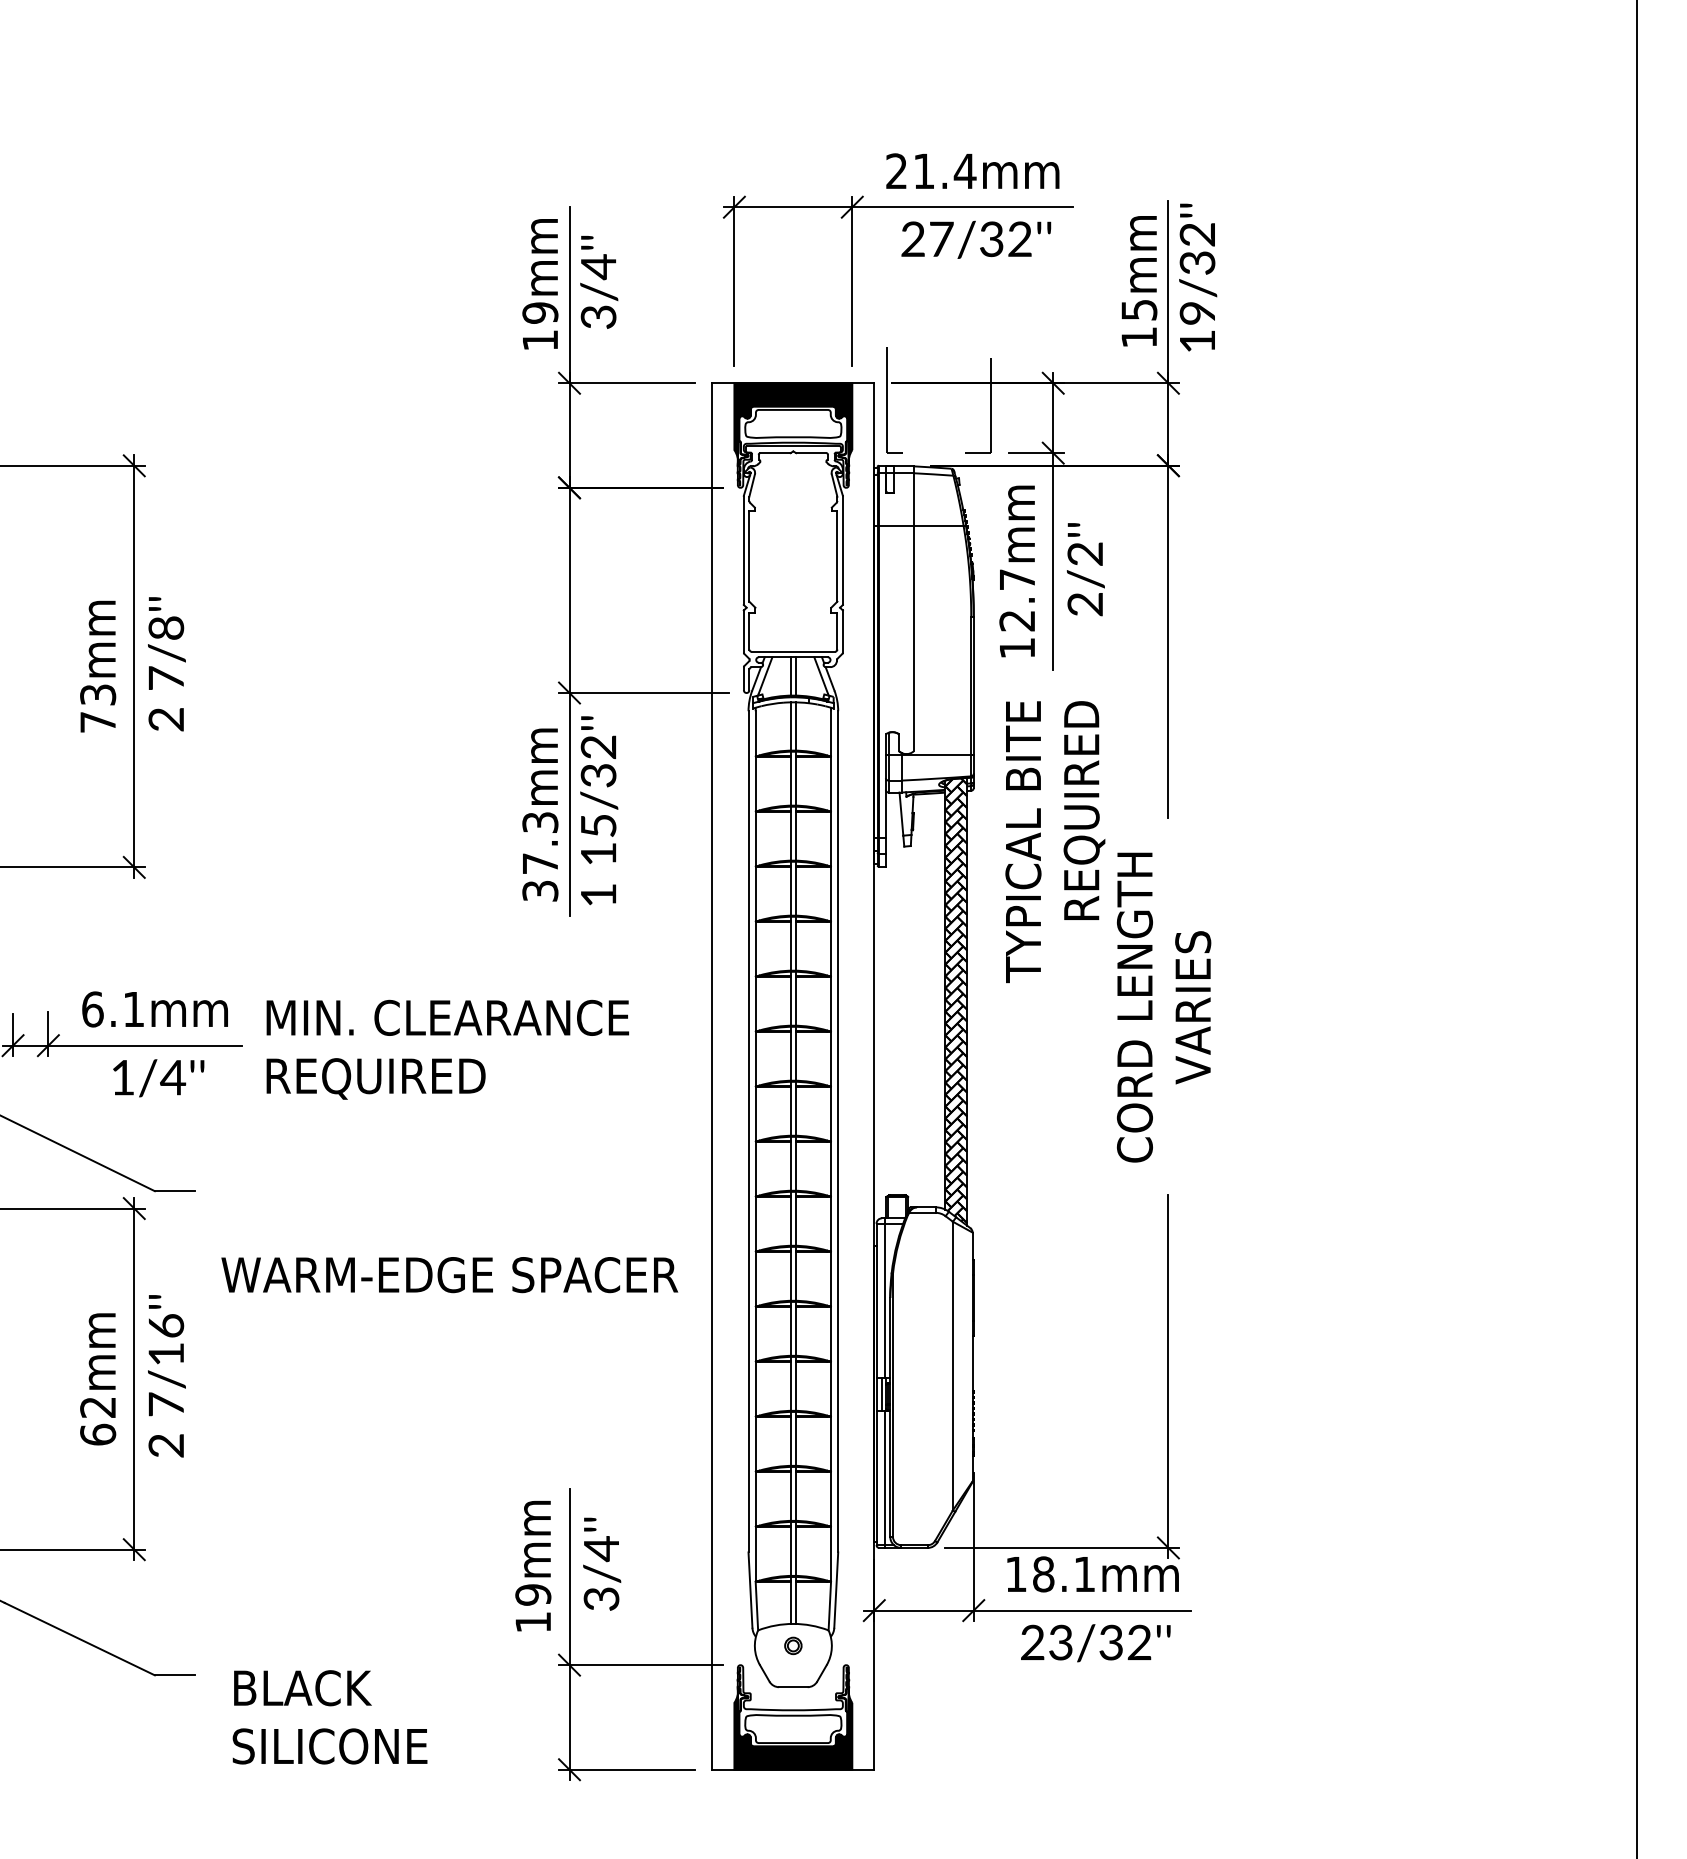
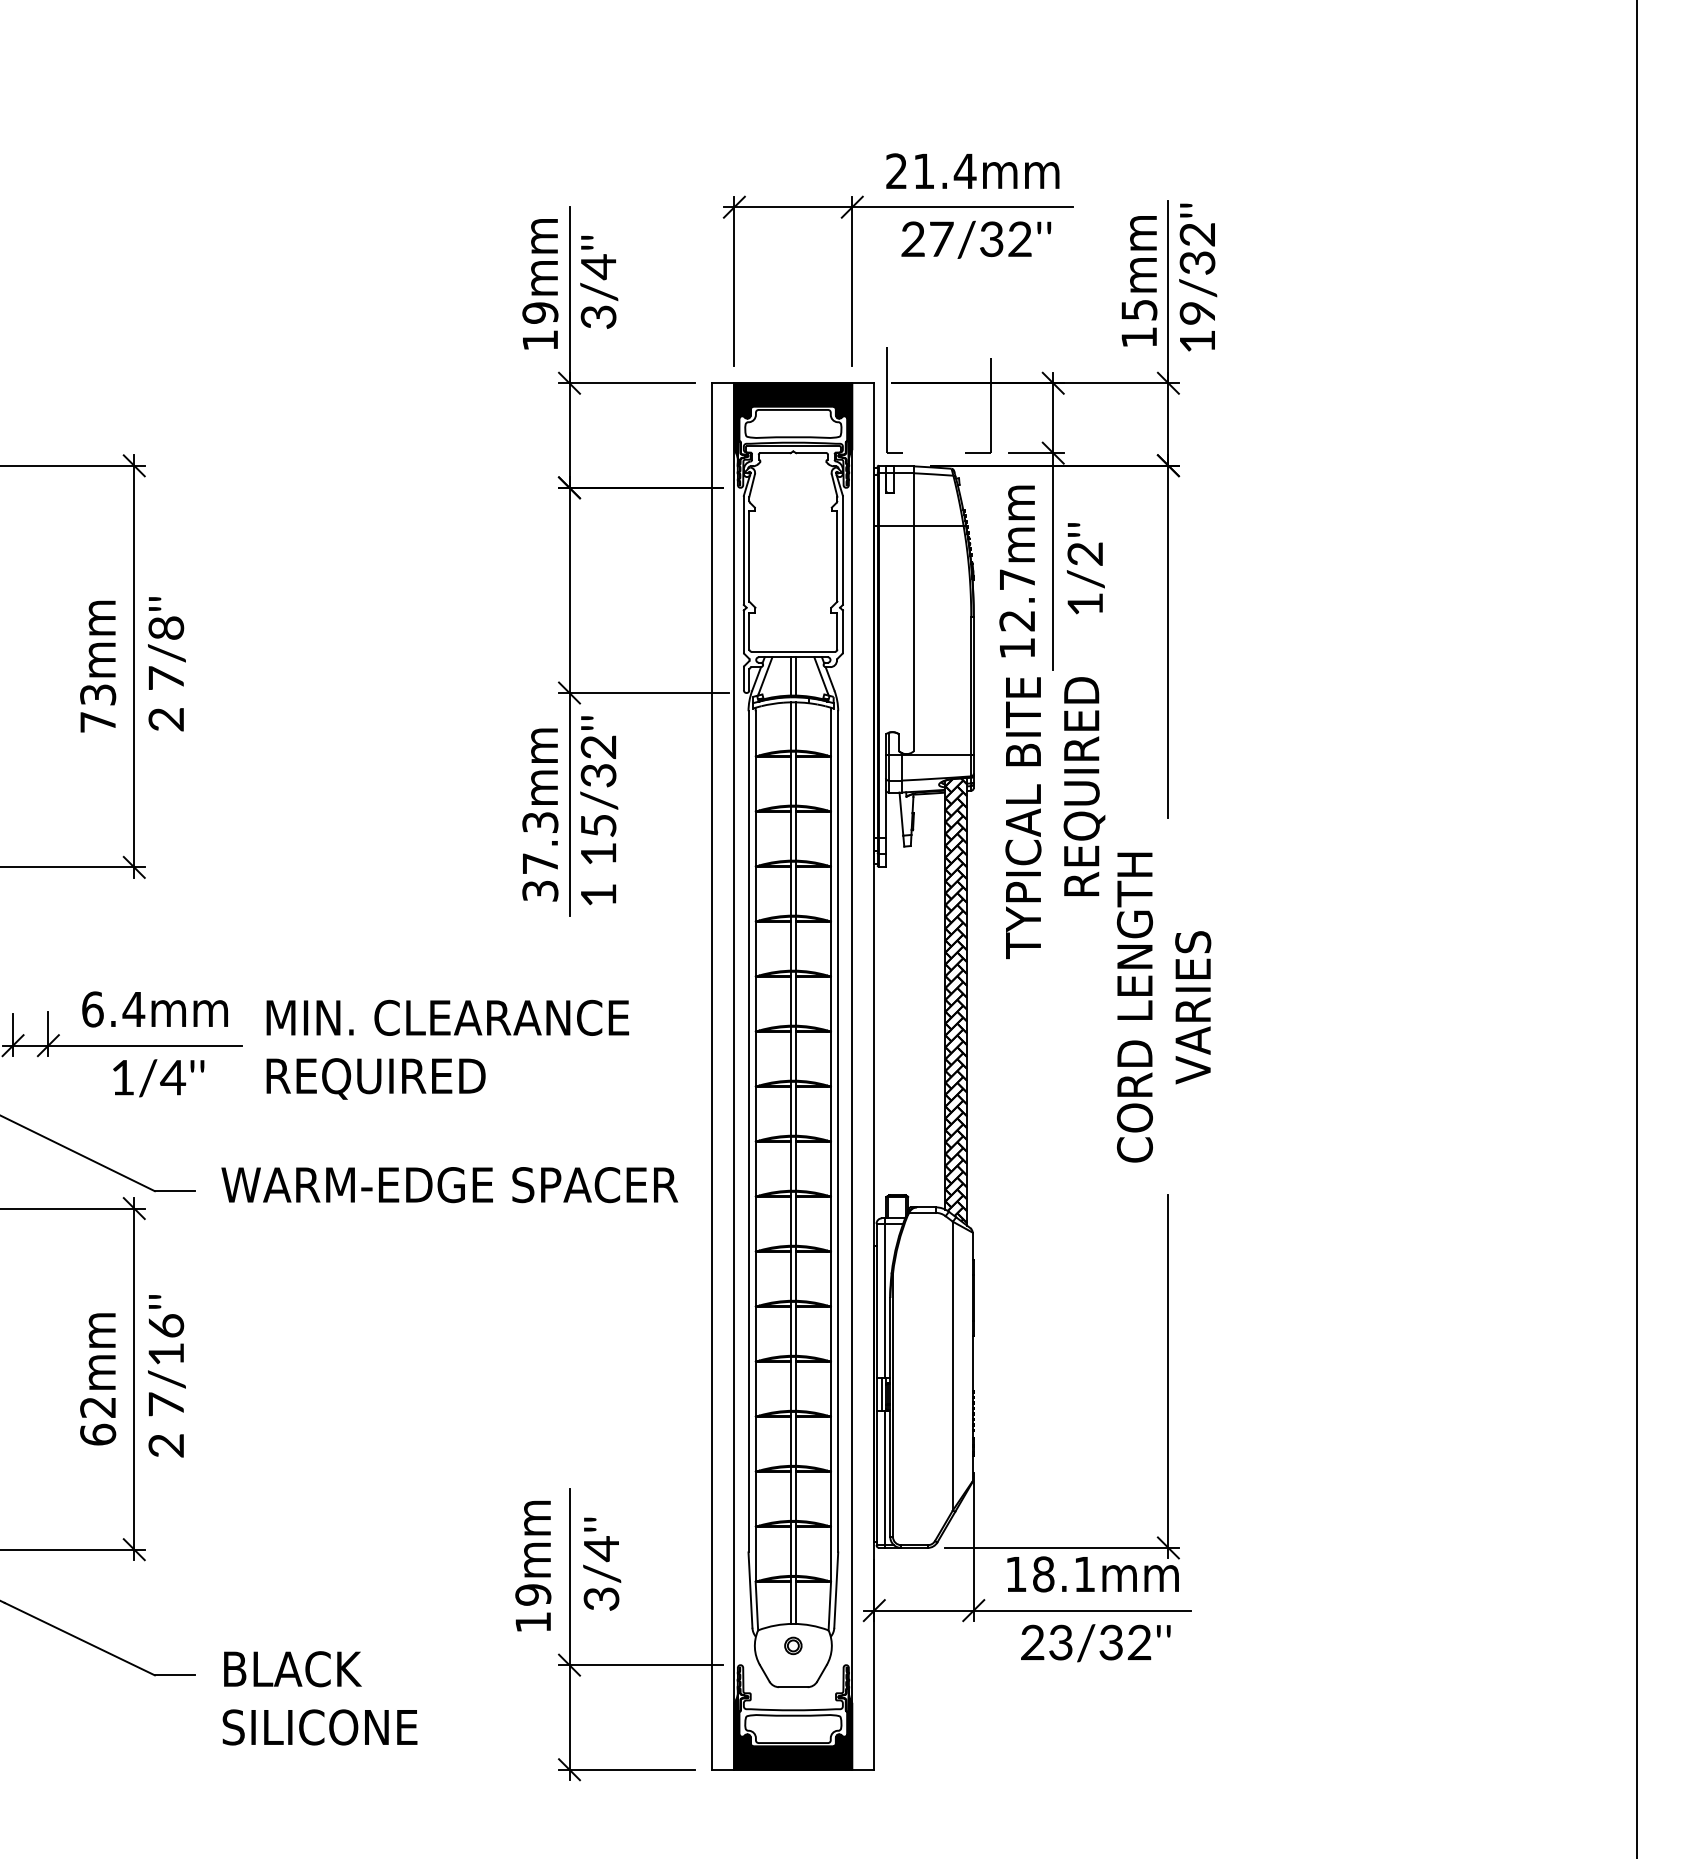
text at (1084, 604): 2/2''\f] -> 1/2''\f]
text at (1055, 842) position: (1055, 842) -> (1055, 818)
text at (133, 1009): 6.1mm -> 6.4mm
line at (734, 1076): none -> present
line at (852, 1076): none -> present
text at (449, 1275) position: (449, 1275) -> (449, 1185)
text at (329, 1717) position: (329, 1717) -> (319, 1698)
